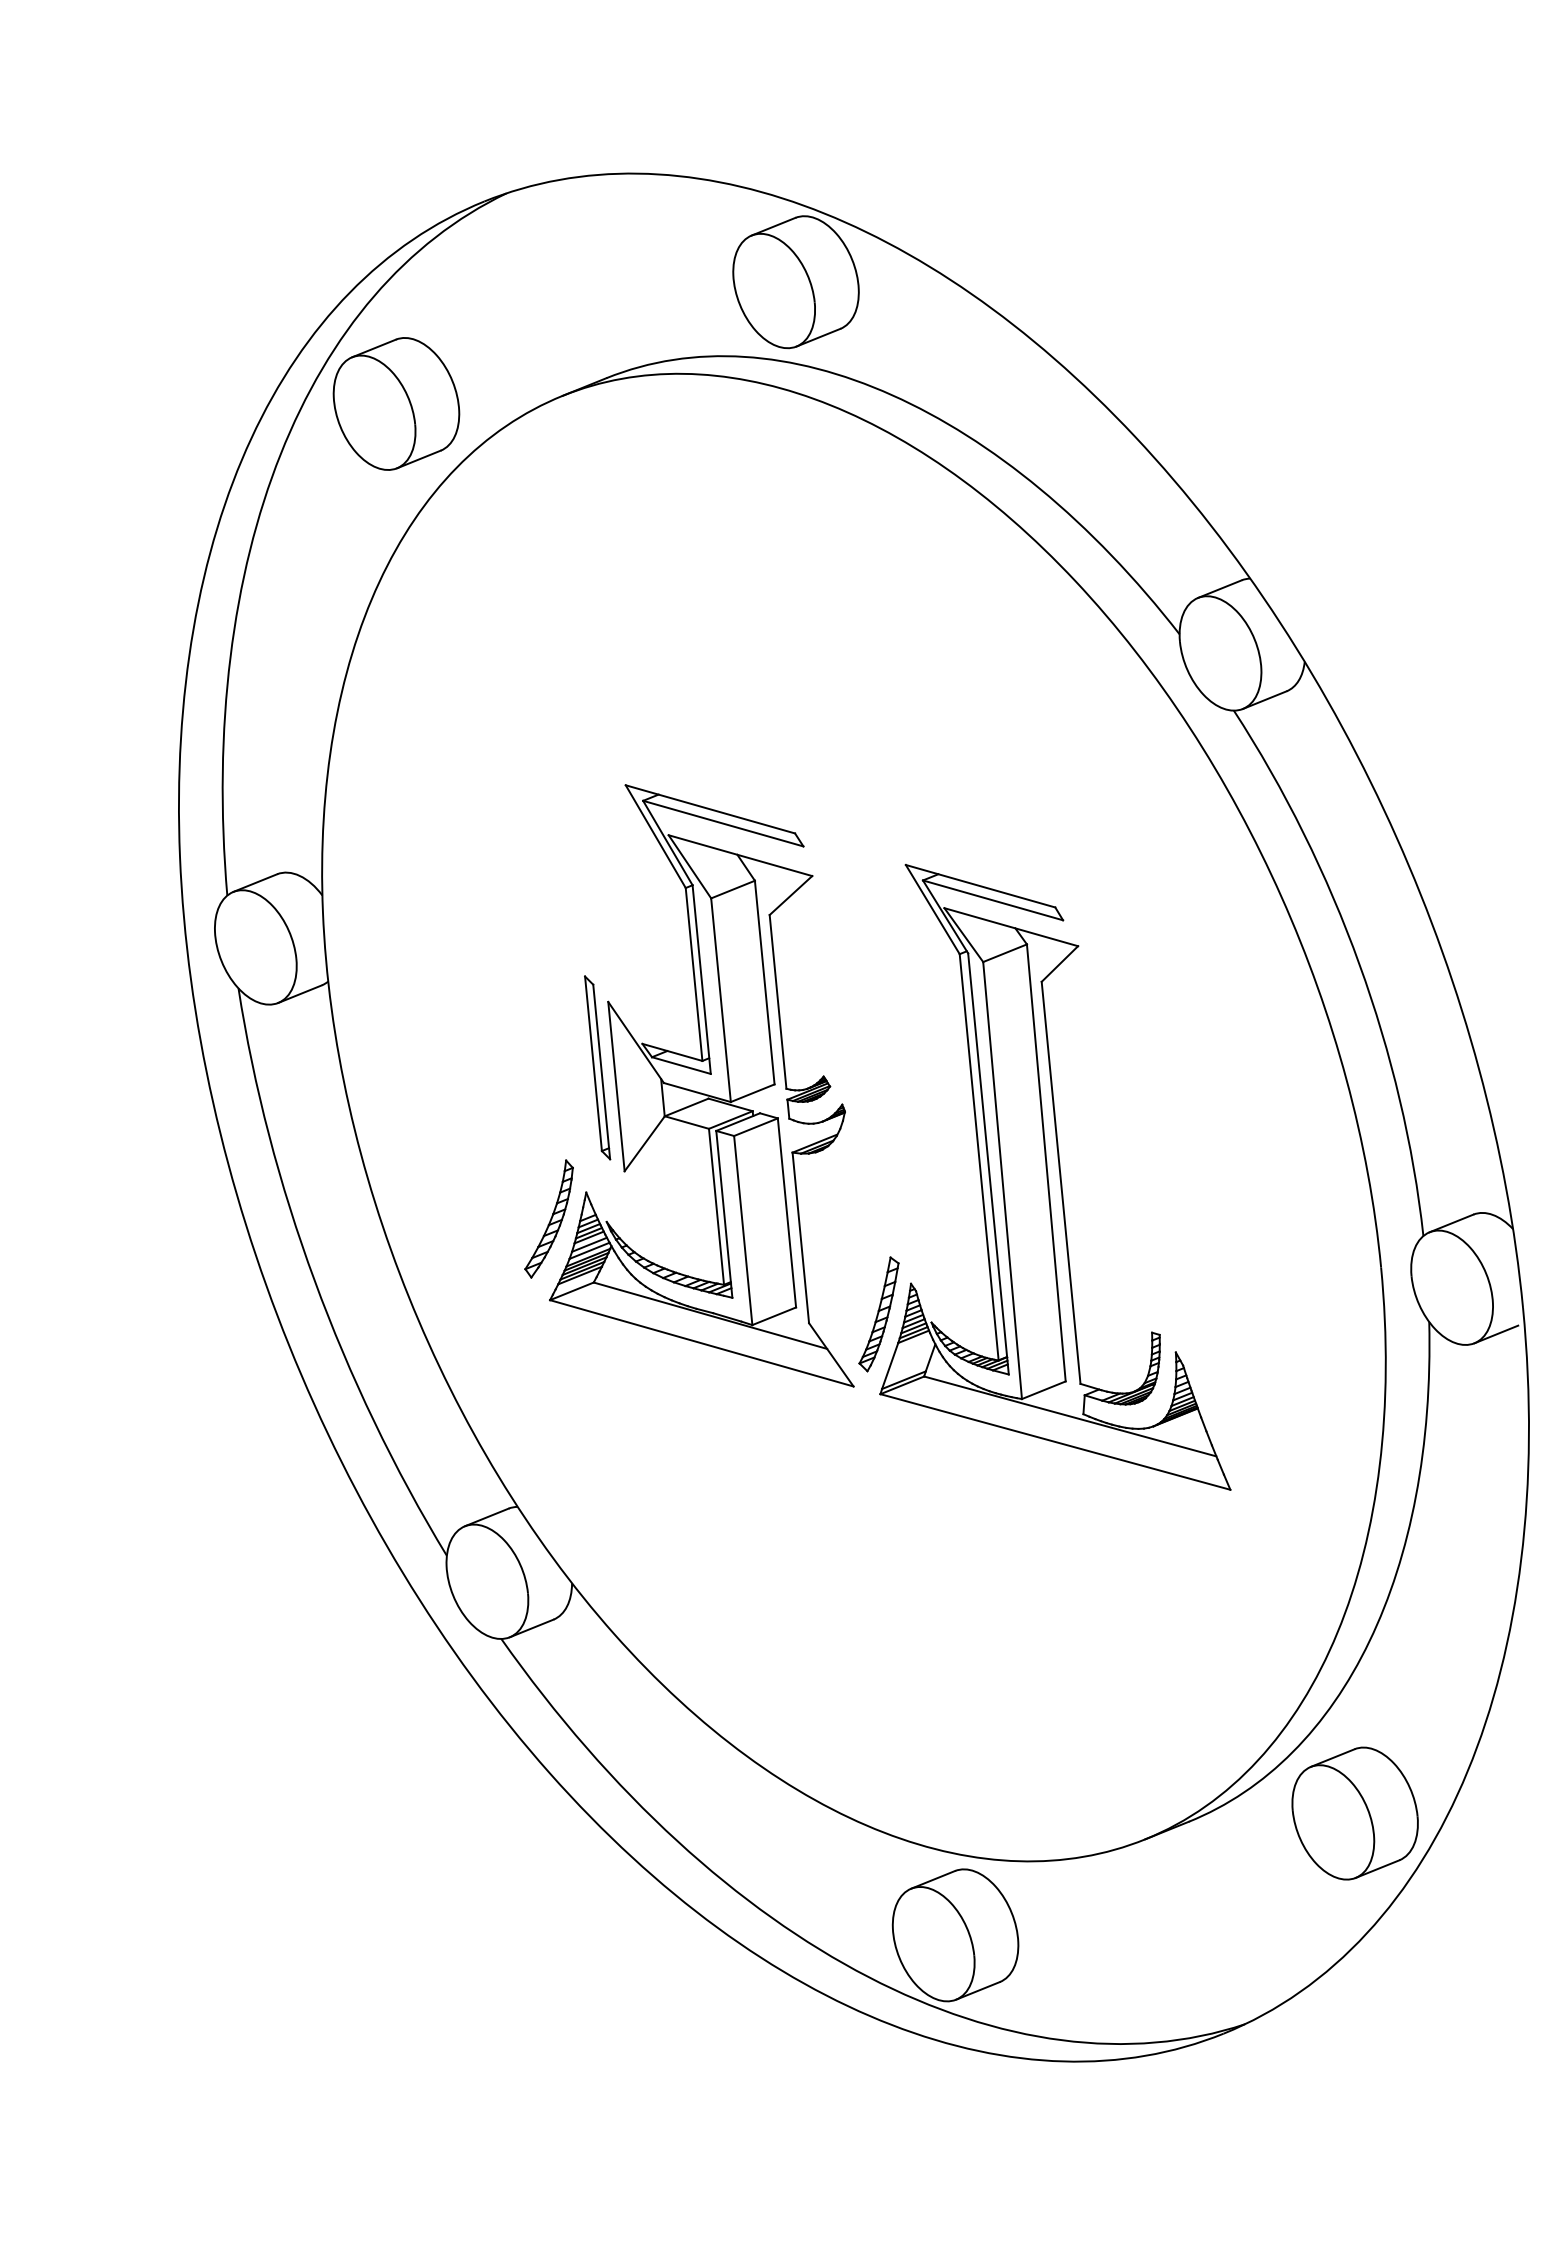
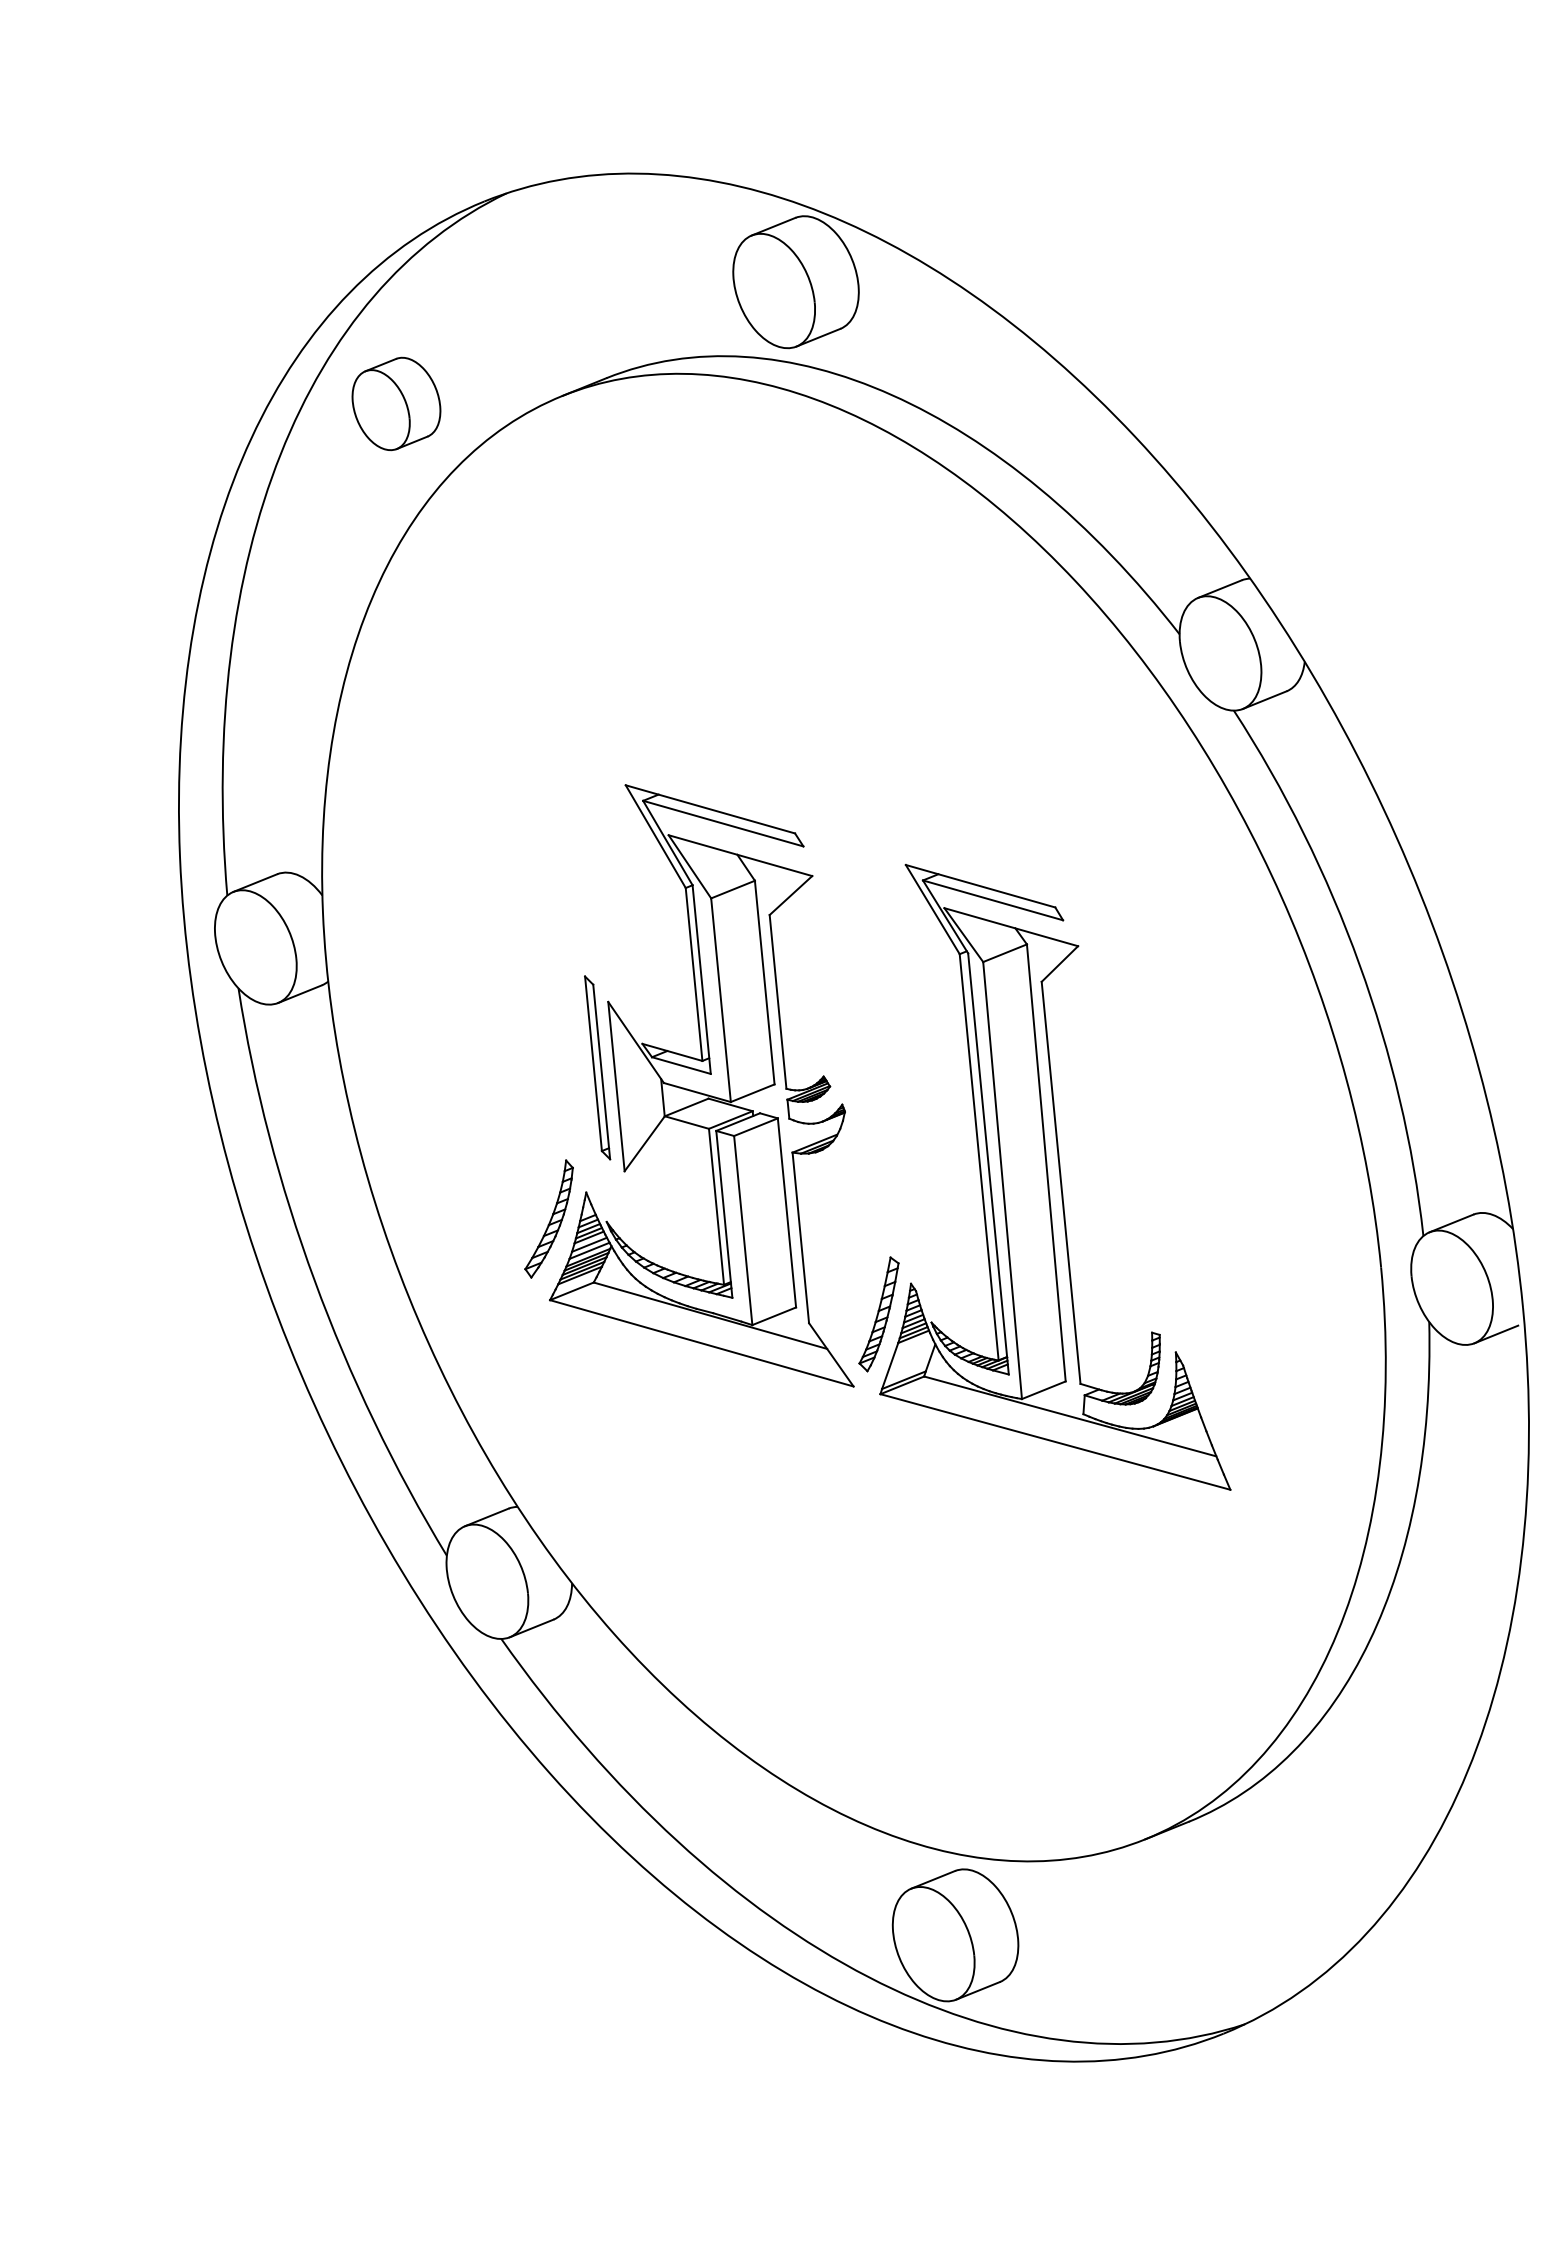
part at (396, 403) size: 129x134 px -> 91x96 px
part at (1354, 1813): present -> none
